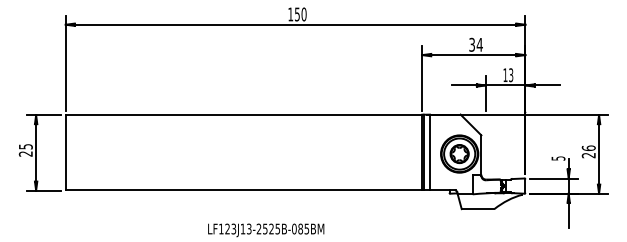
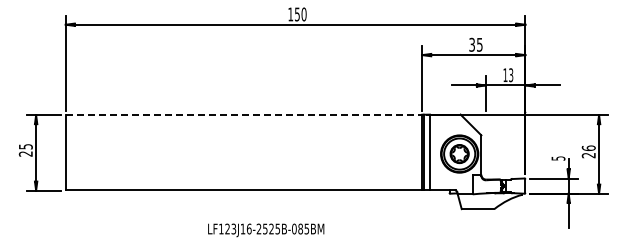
text at (479, 44): 34 -> 35
line at (244, 114): solid -> dashed
text at (248, 228): LF123J13-2525B-085BM -> LF123J16-2525B-085BM
